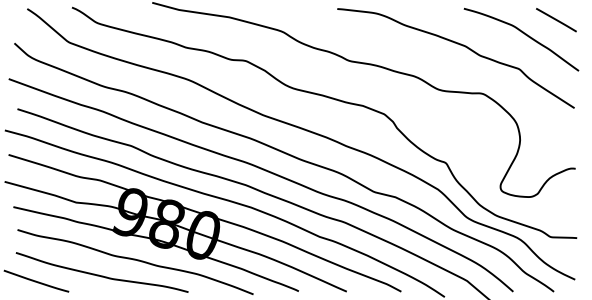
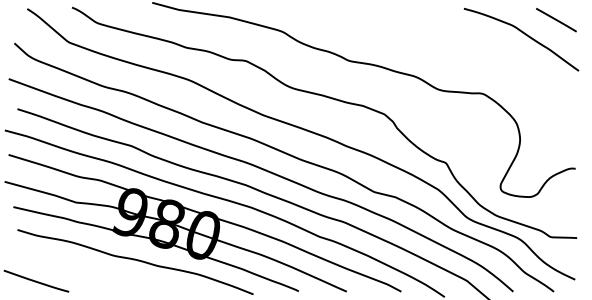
curve at (462, 46): present -> none
curve at (99, 274): present -> none
